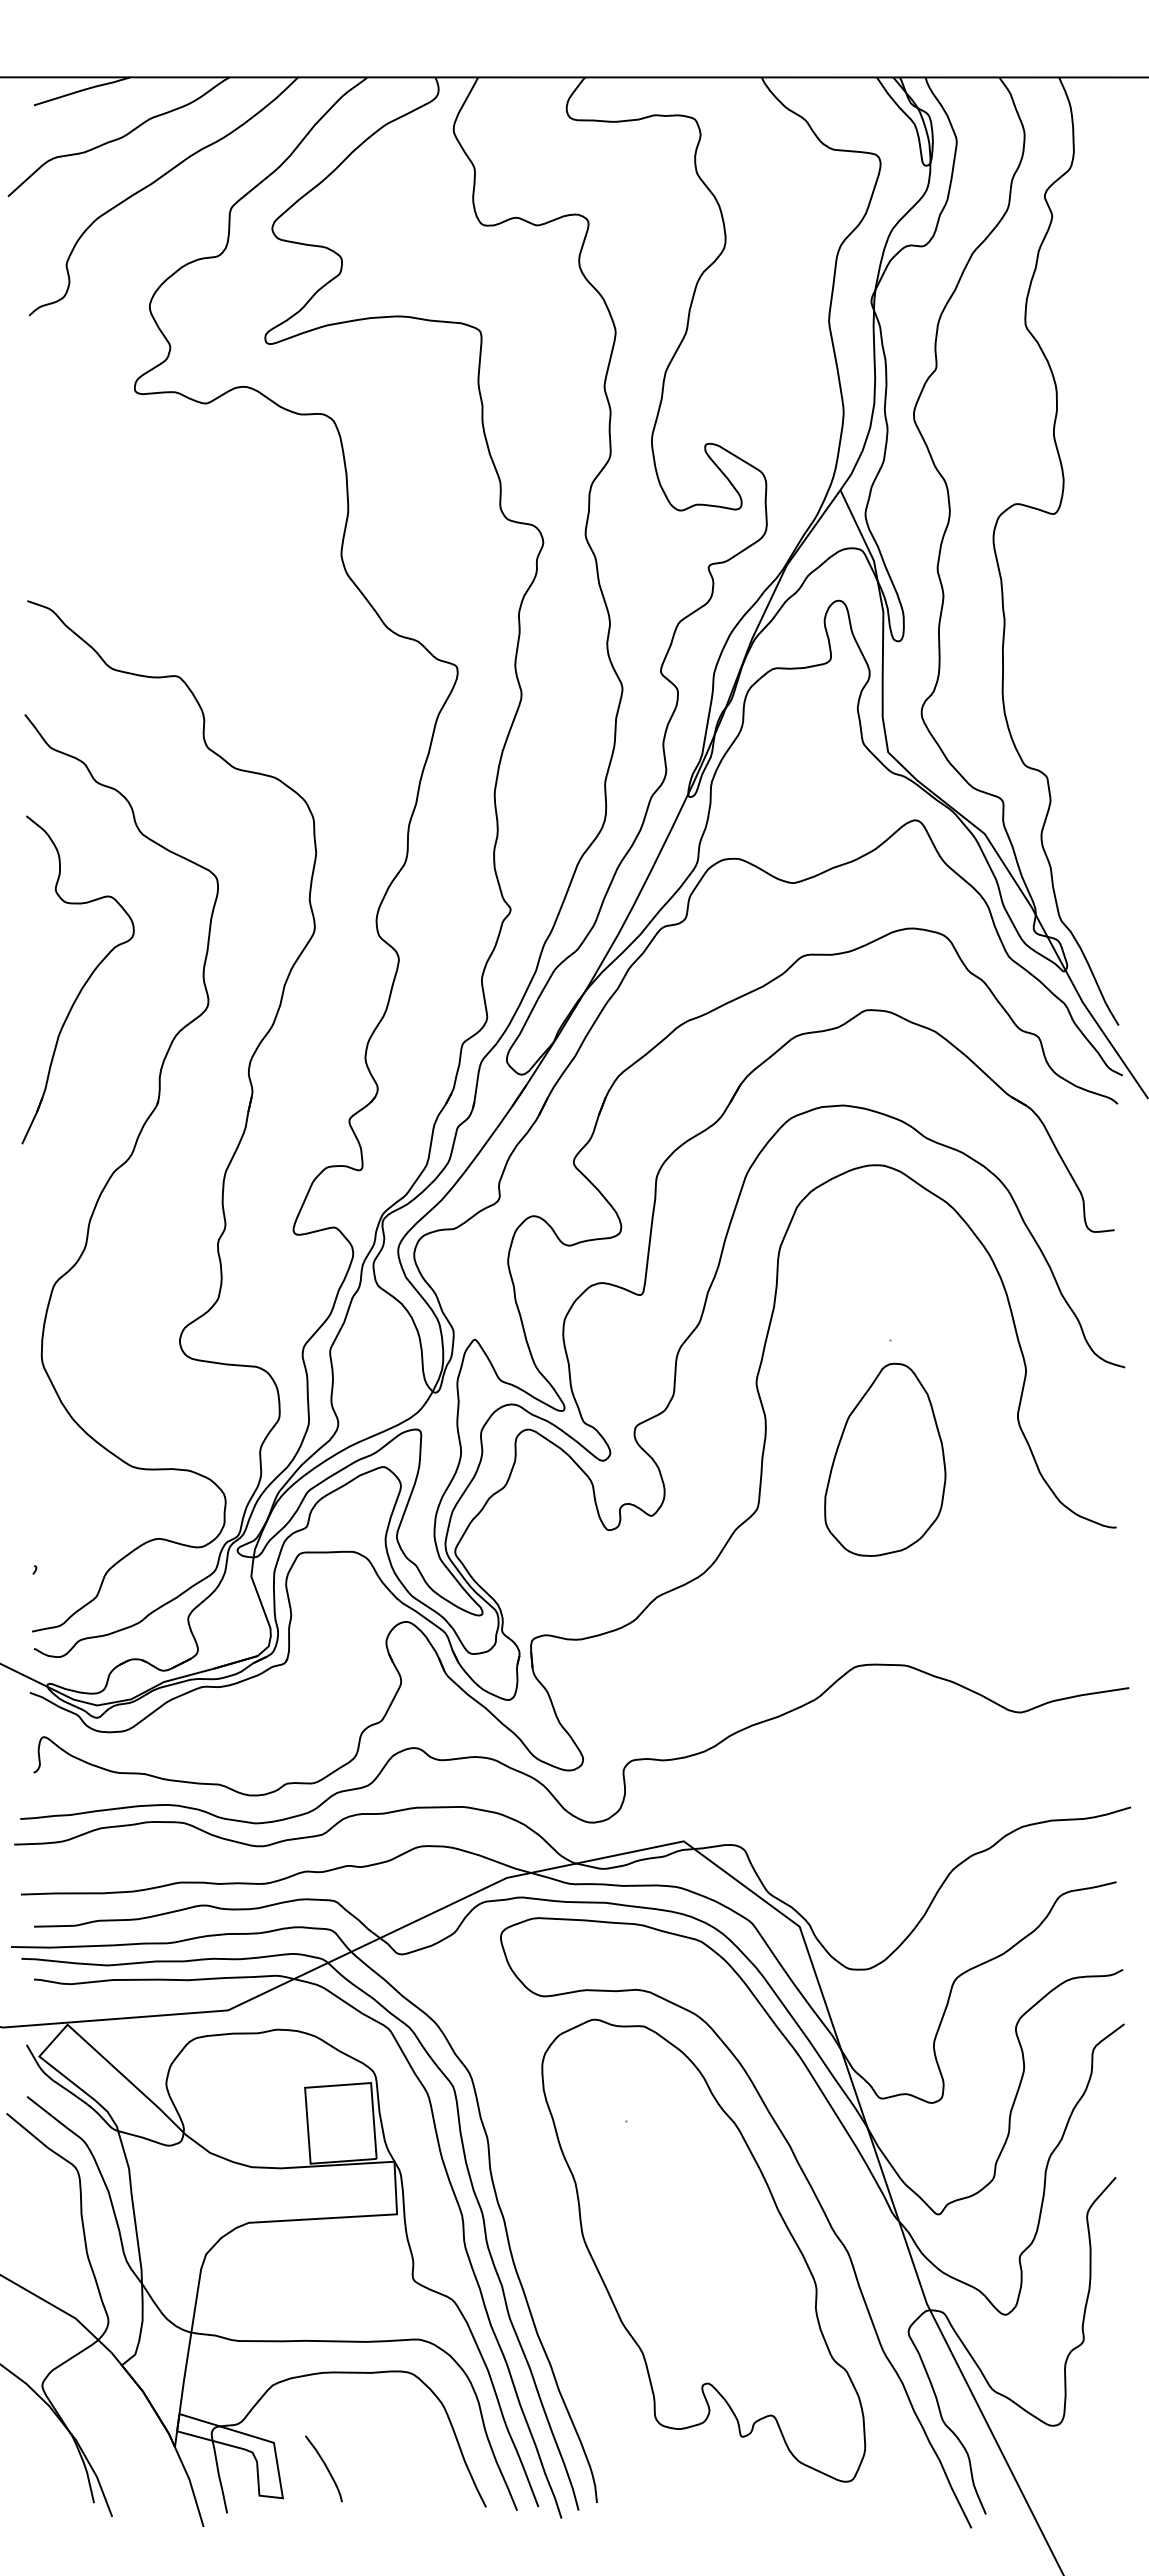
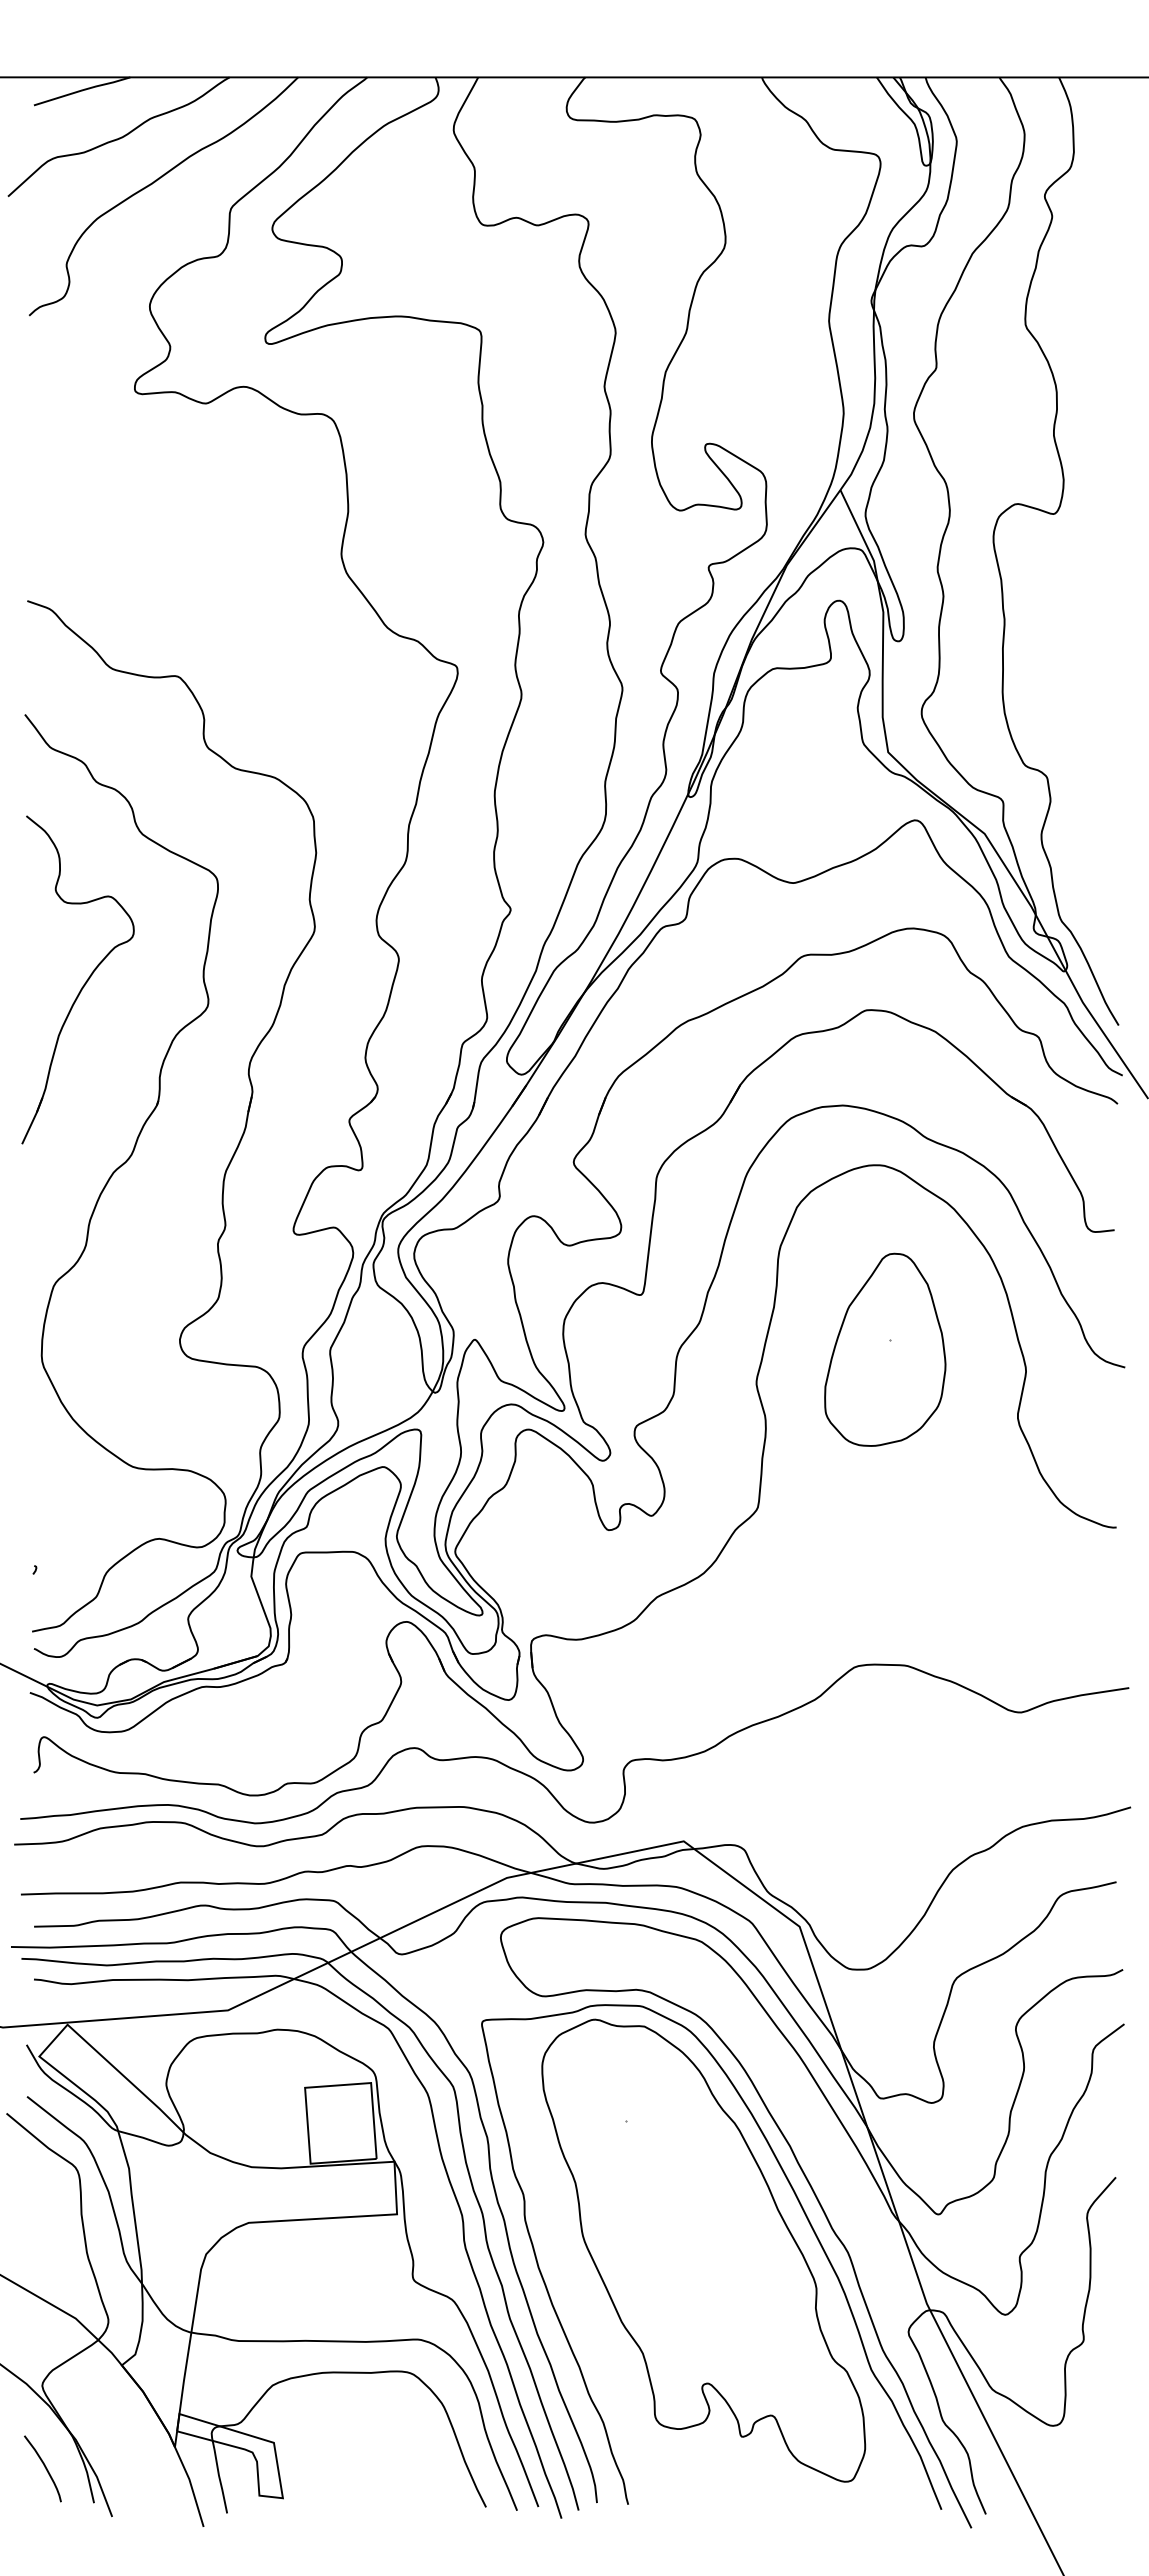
part at (885, 1459) position: (885, 1459) -> (885, 1349)
curve at (802, 2210): none -> present
curve at (325, 2467) position: (325, 2467) -> (44, 2467)
